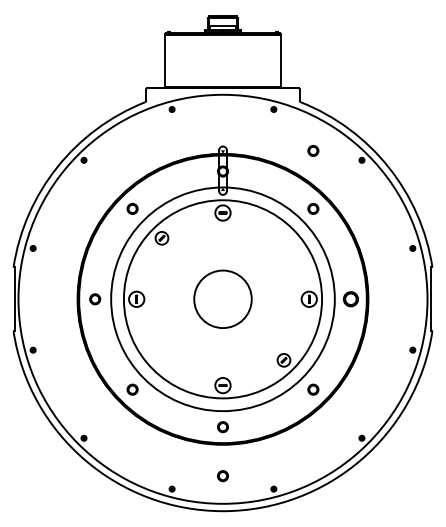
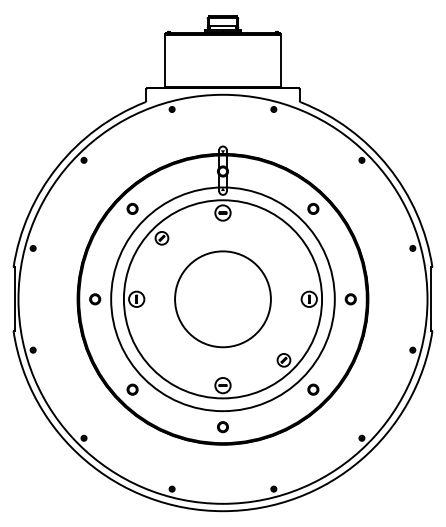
part at (313, 150): present -> none
circle at (222, 299) diameter: 58 px -> 96 px
part at (350, 299) size: 17x17 px -> 13x13 px
part at (222, 476): present -> none
